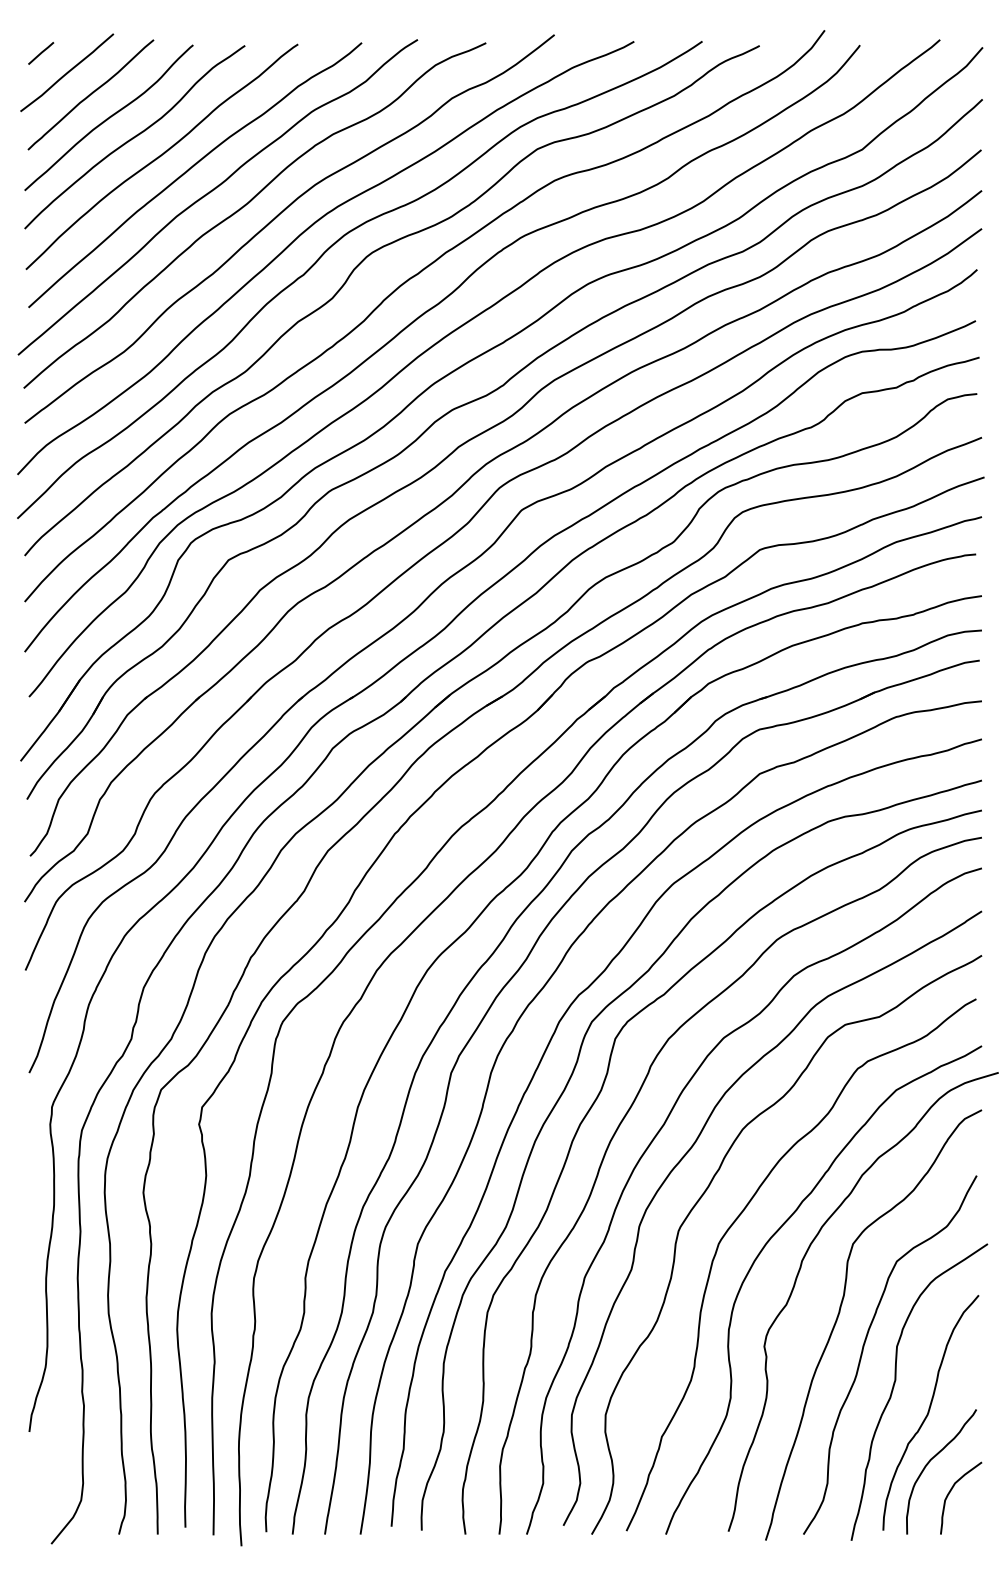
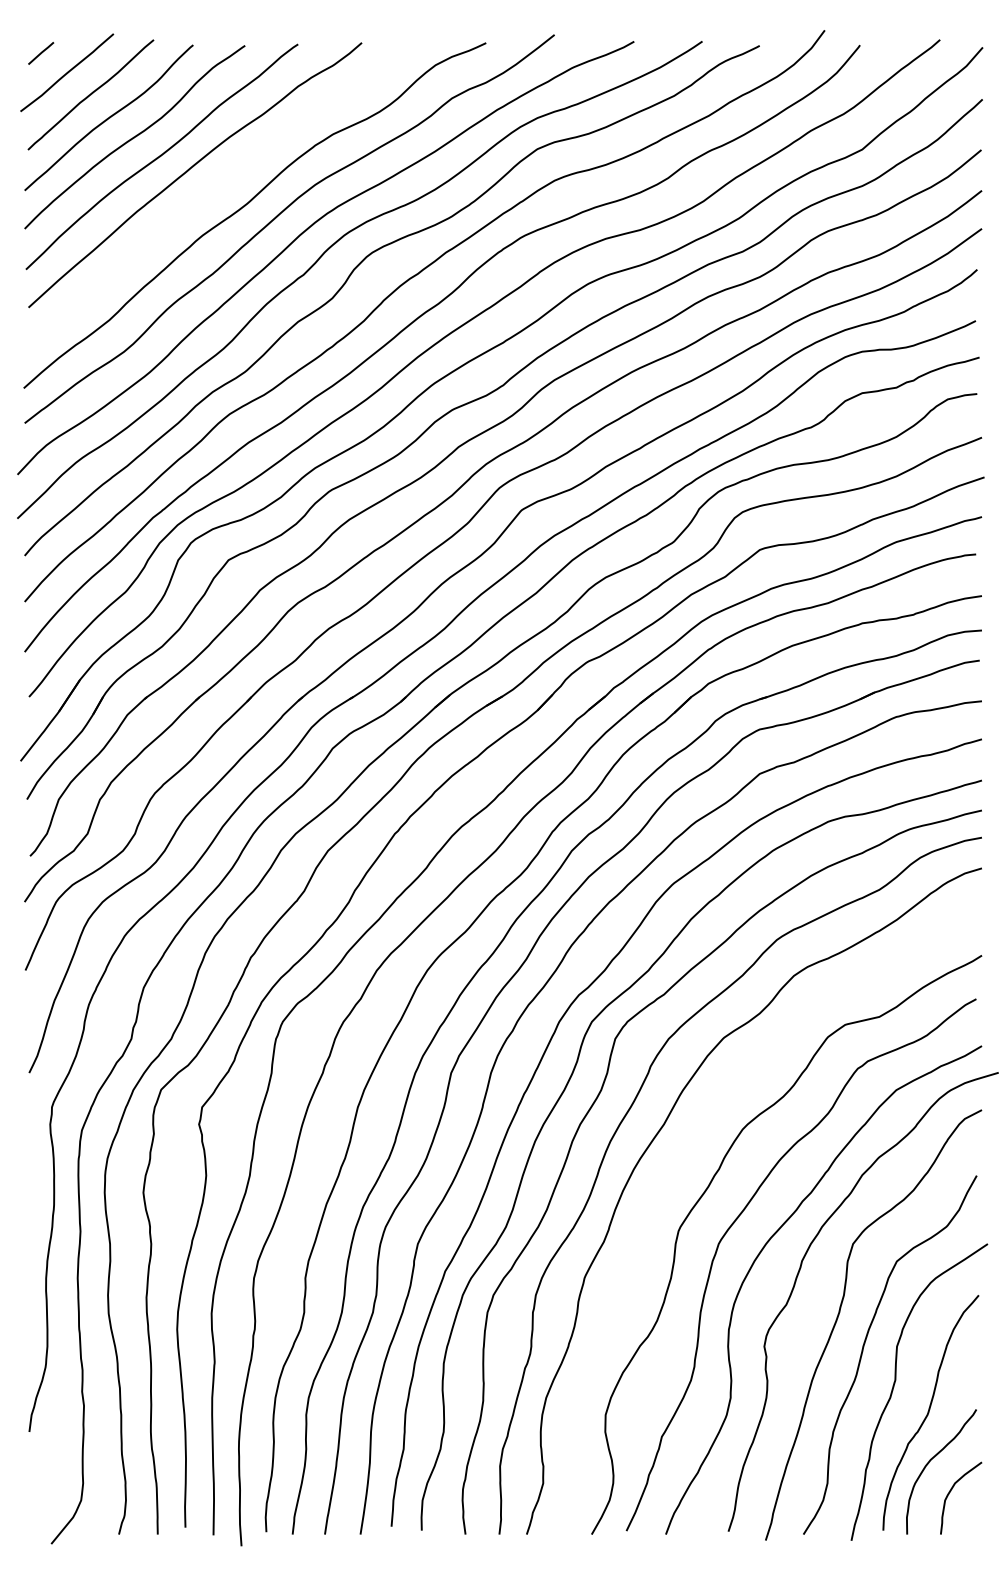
curve at (214, 190): present -> none
curve at (691, 1149): present -> none
